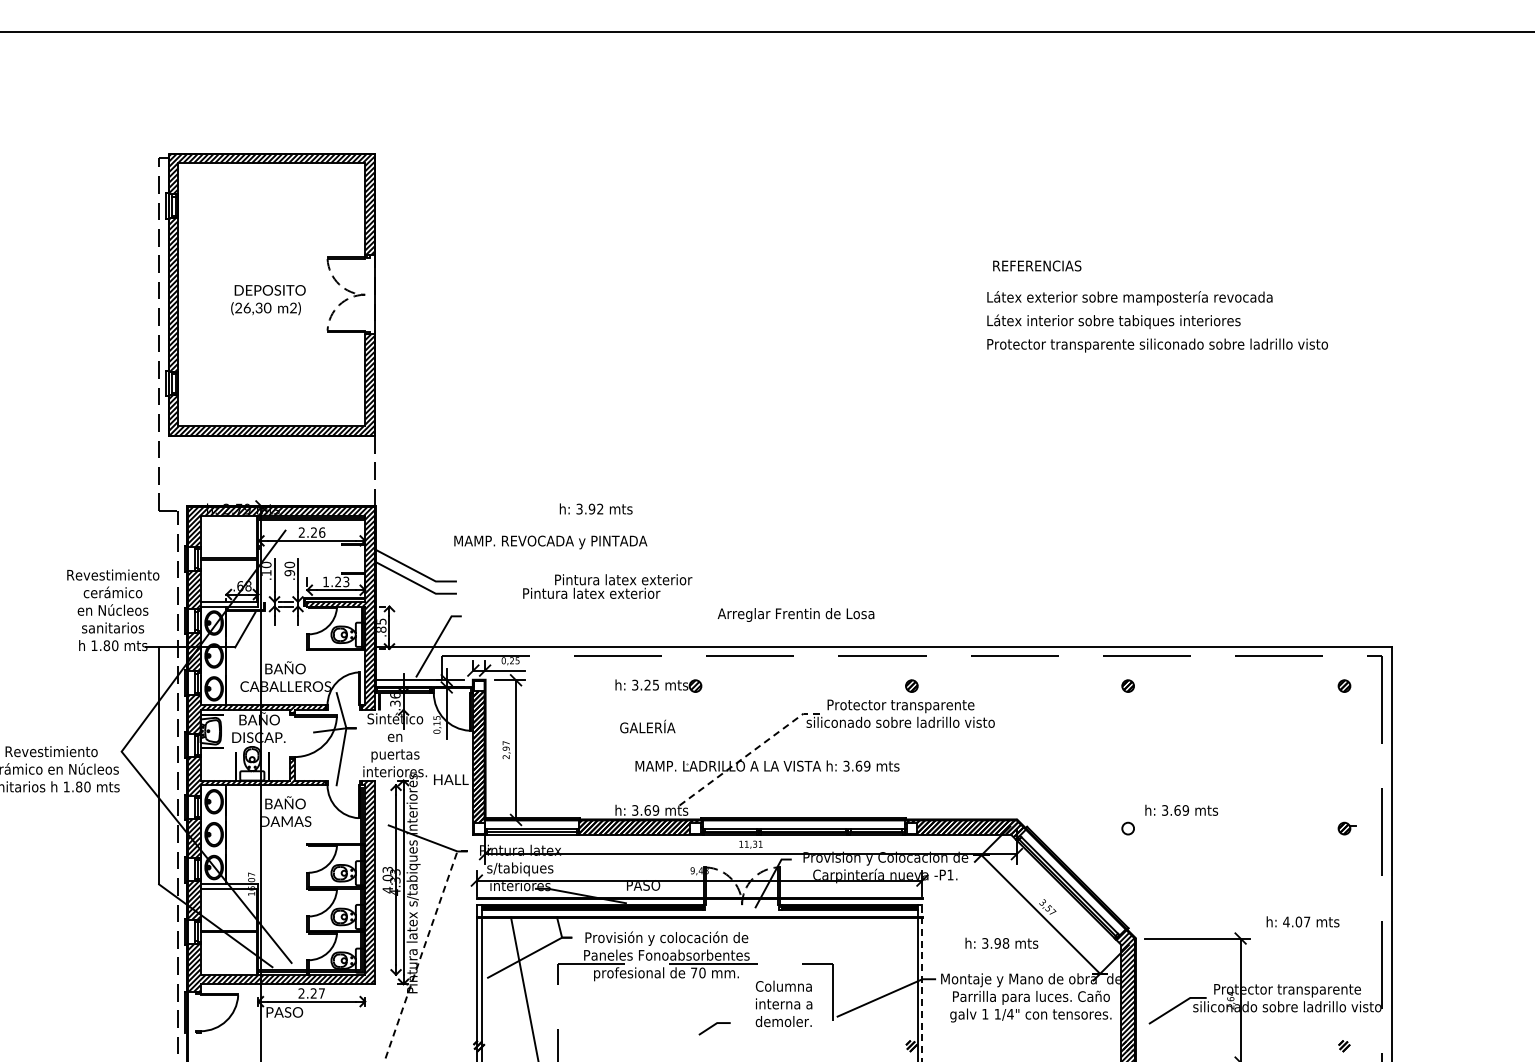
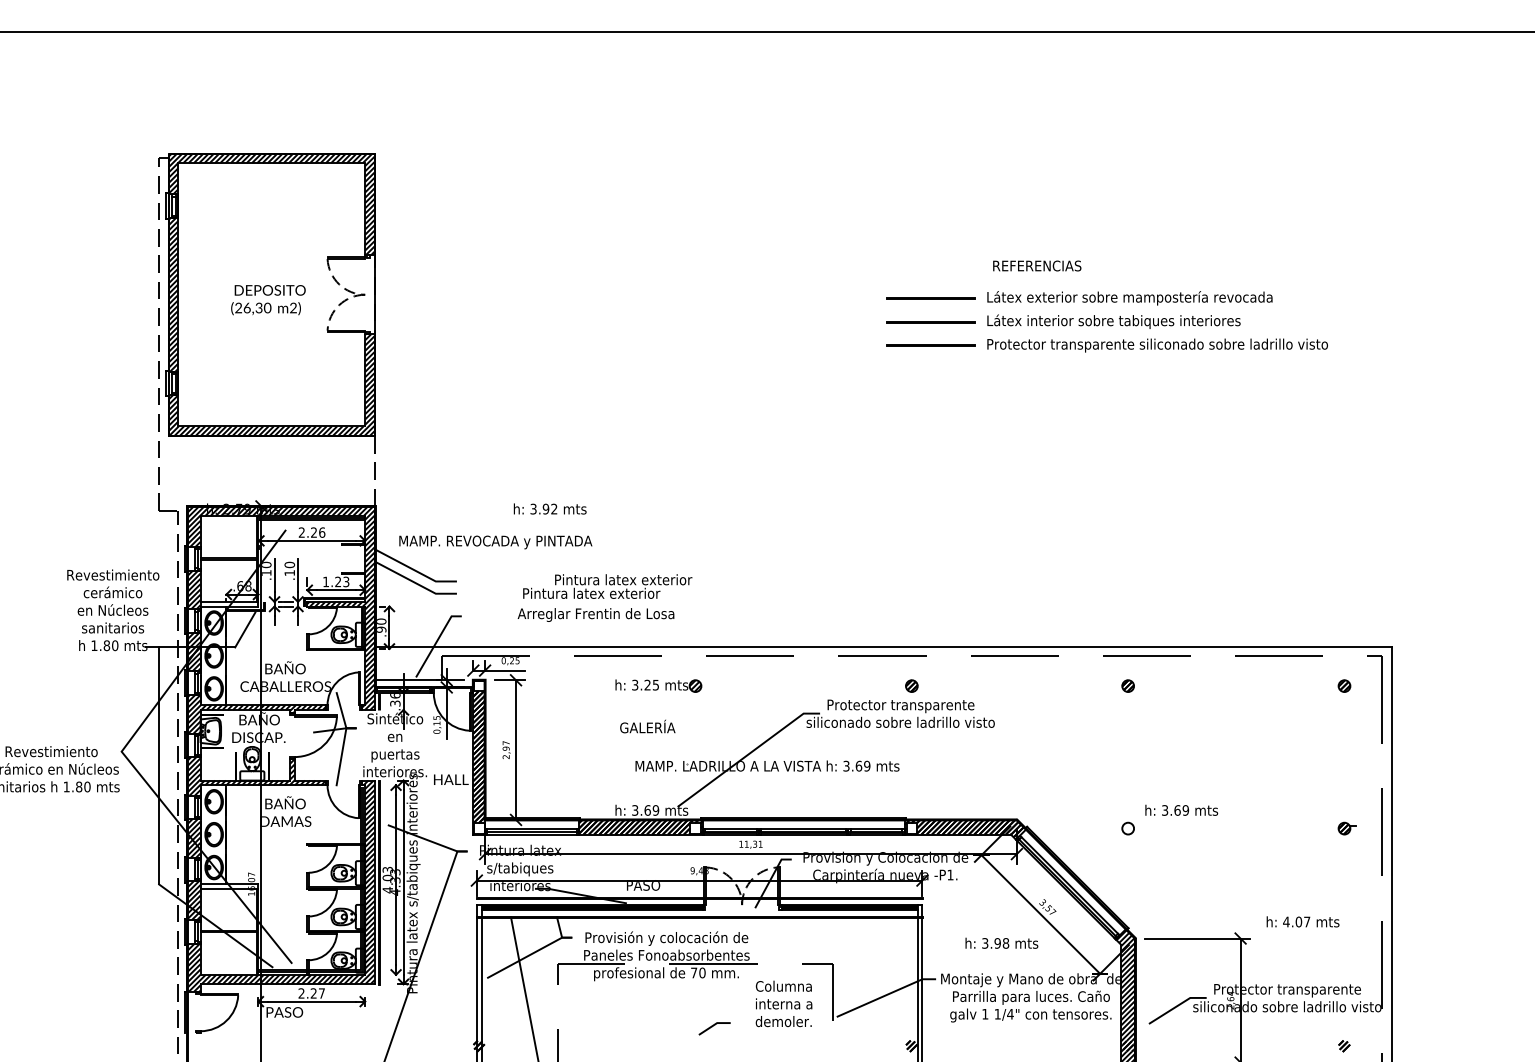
line at (930, 298): none -> present
line at (930, 321): none -> present
line at (930, 345): none -> present
text at (595, 508) position: (595, 508) -> (549, 508)
text at (550, 542) position: (550, 542) -> (495, 542)
text at (289, 573): .90 -> .10
text at (795, 614) position: (795, 614) -> (595, 614)
text at (381, 625): .85 -> .90
line at (747, 755): dashed -> solid
line at (379, 882): none -> present
line at (422, 951): dashed -> solid
line at (922, 983): dashed -> solid
